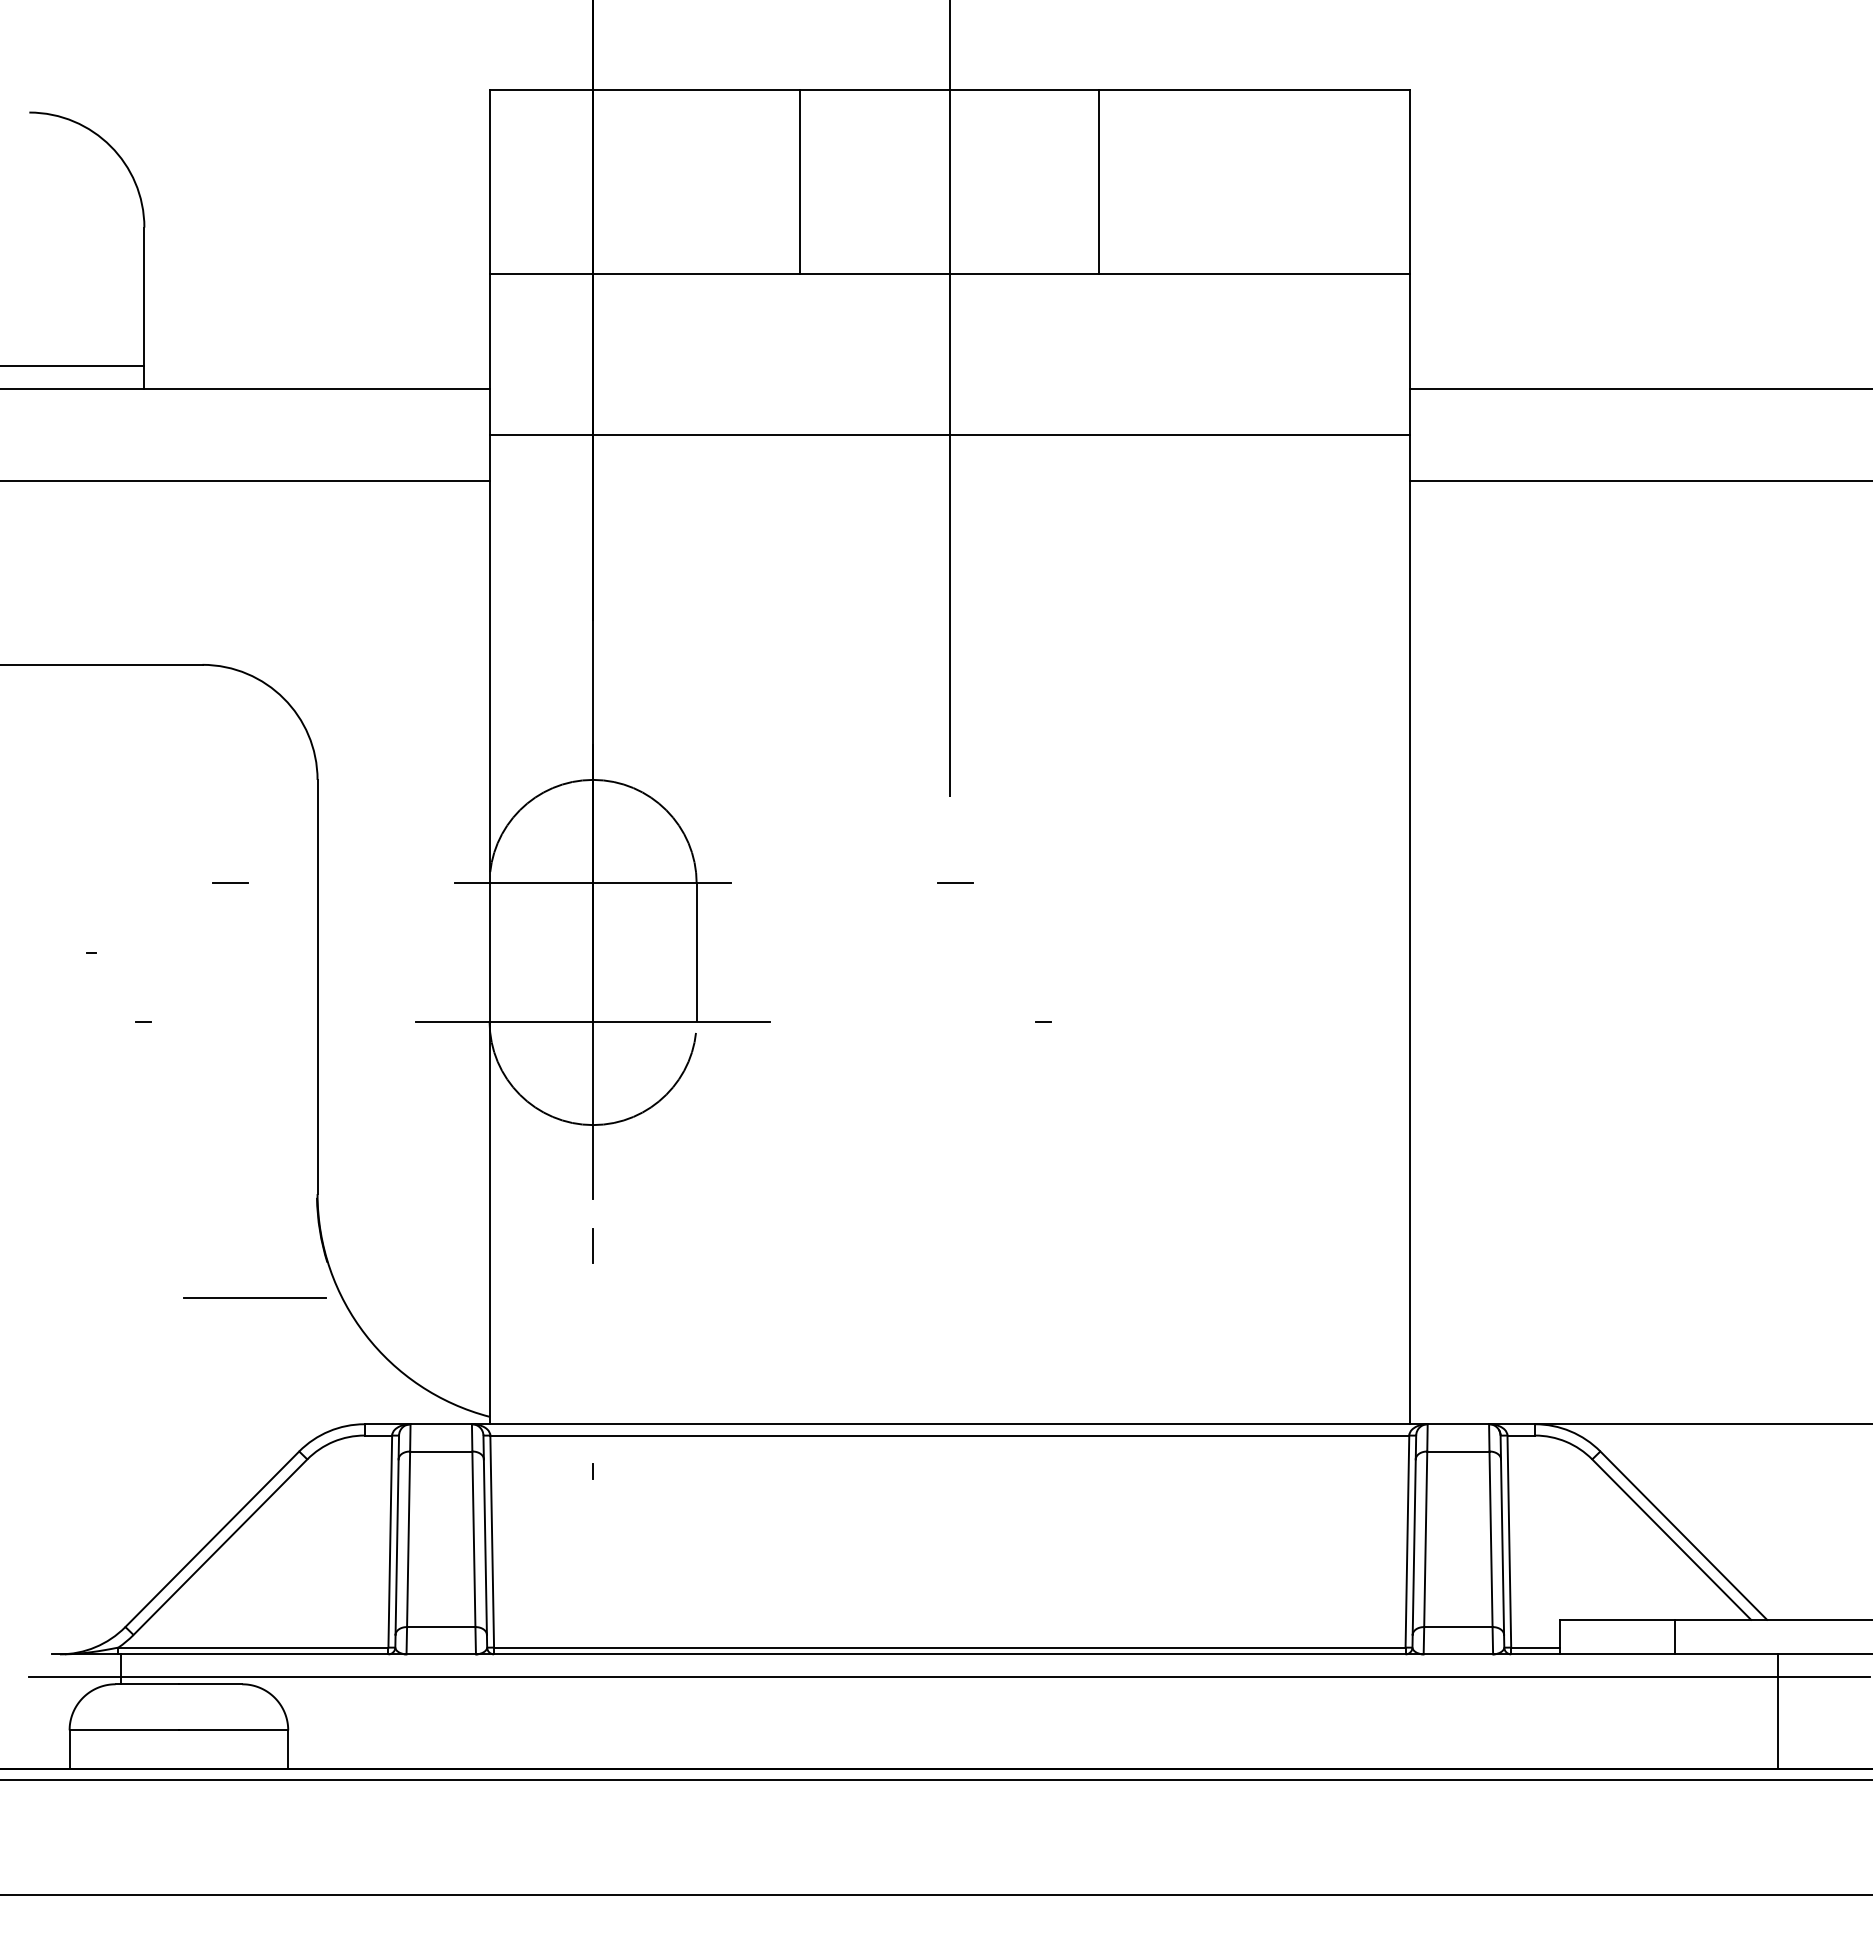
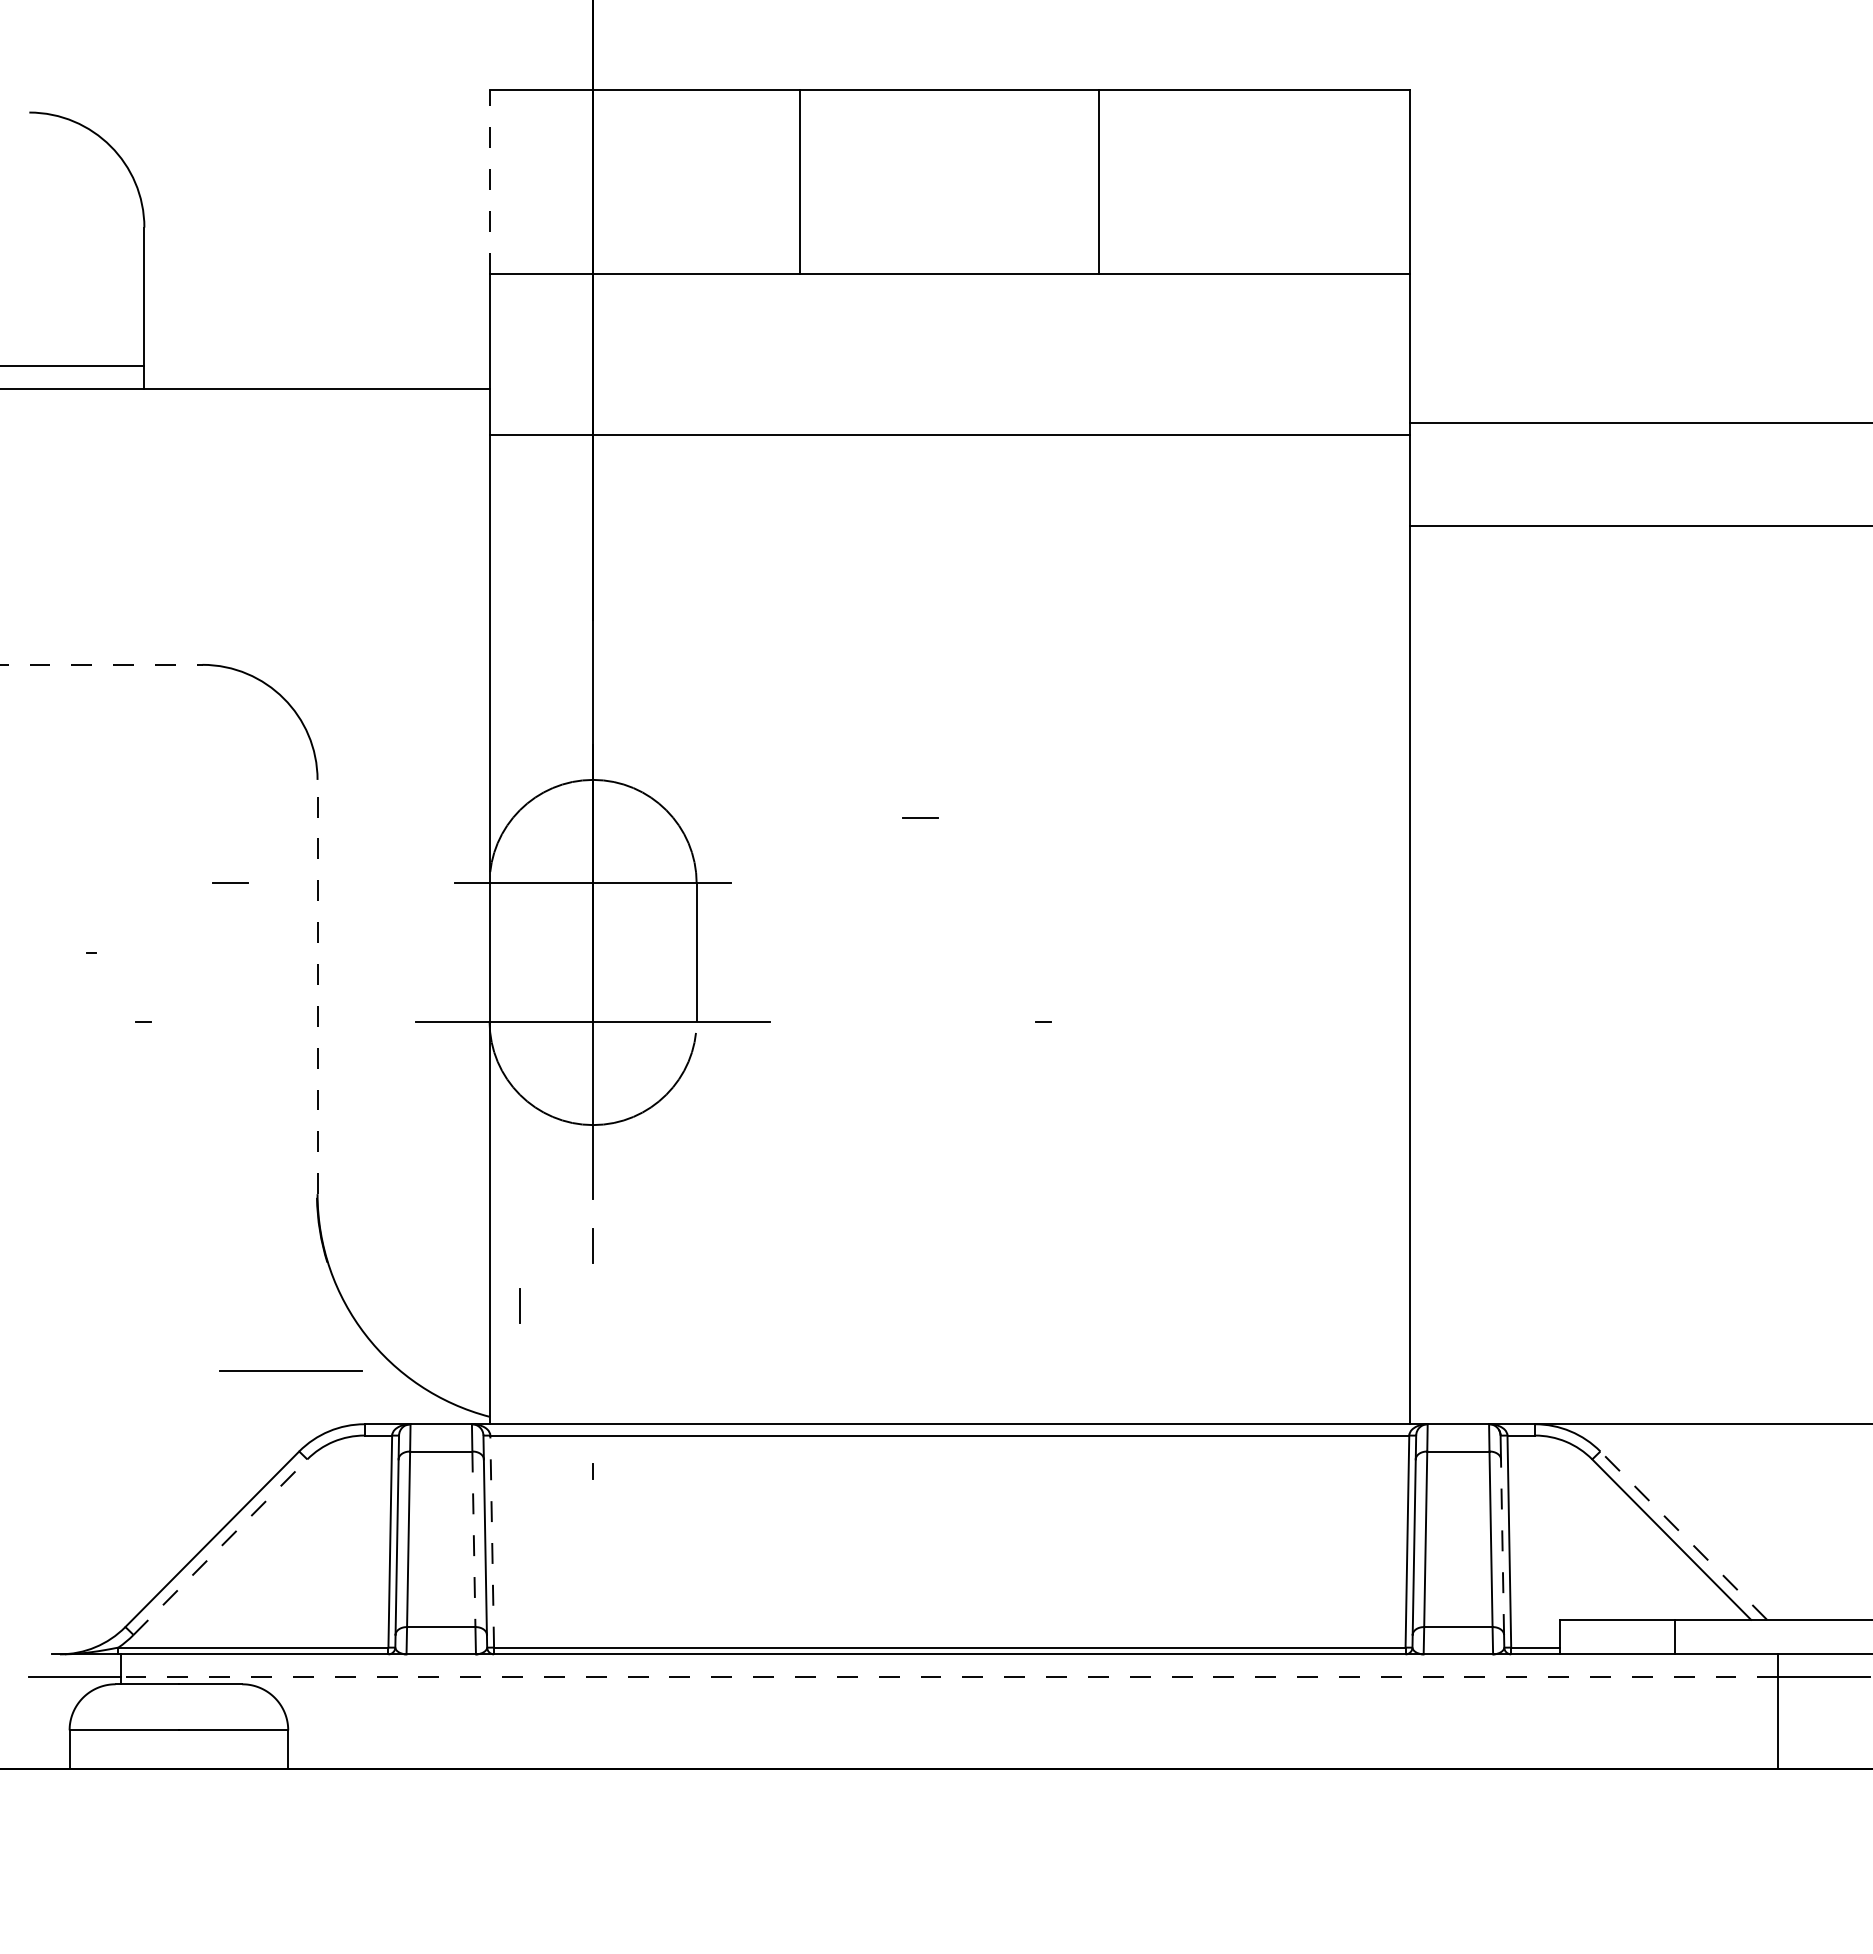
line at (489, 181): solid -> dashed
line at (1639, 388) position: (1639, 388) -> (1639, 422)
line at (949, 399): present -> none
line at (245, 480): present -> none
line at (1639, 480) position: (1639, 480) -> (1639, 525)
line at (101, 664): solid -> dashed
line at (955, 882) position: (955, 882) -> (920, 817)
line at (317, 986): solid -> dashed
line at (254, 1297) position: (254, 1297) -> (290, 1370)
line at (519, 1305): none -> present
line at (1683, 1535): solid -> dashed
line at (473, 1539): solid -> dashed
line at (492, 1541): solid -> dashed
line at (220, 1547): solid -> dashed
line at (1502, 1547): solid -> dashed
line at (949, 1677): solid -> dashed
line at (935, 1780): present -> none
line at (935, 1895): present -> none
